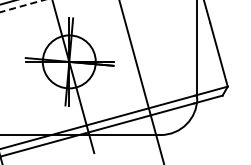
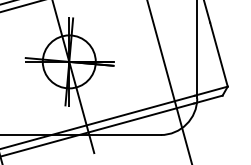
line at (22, 6): dashed -> solid
line at (141, 81) position: (141, 81) -> (169, 81)
